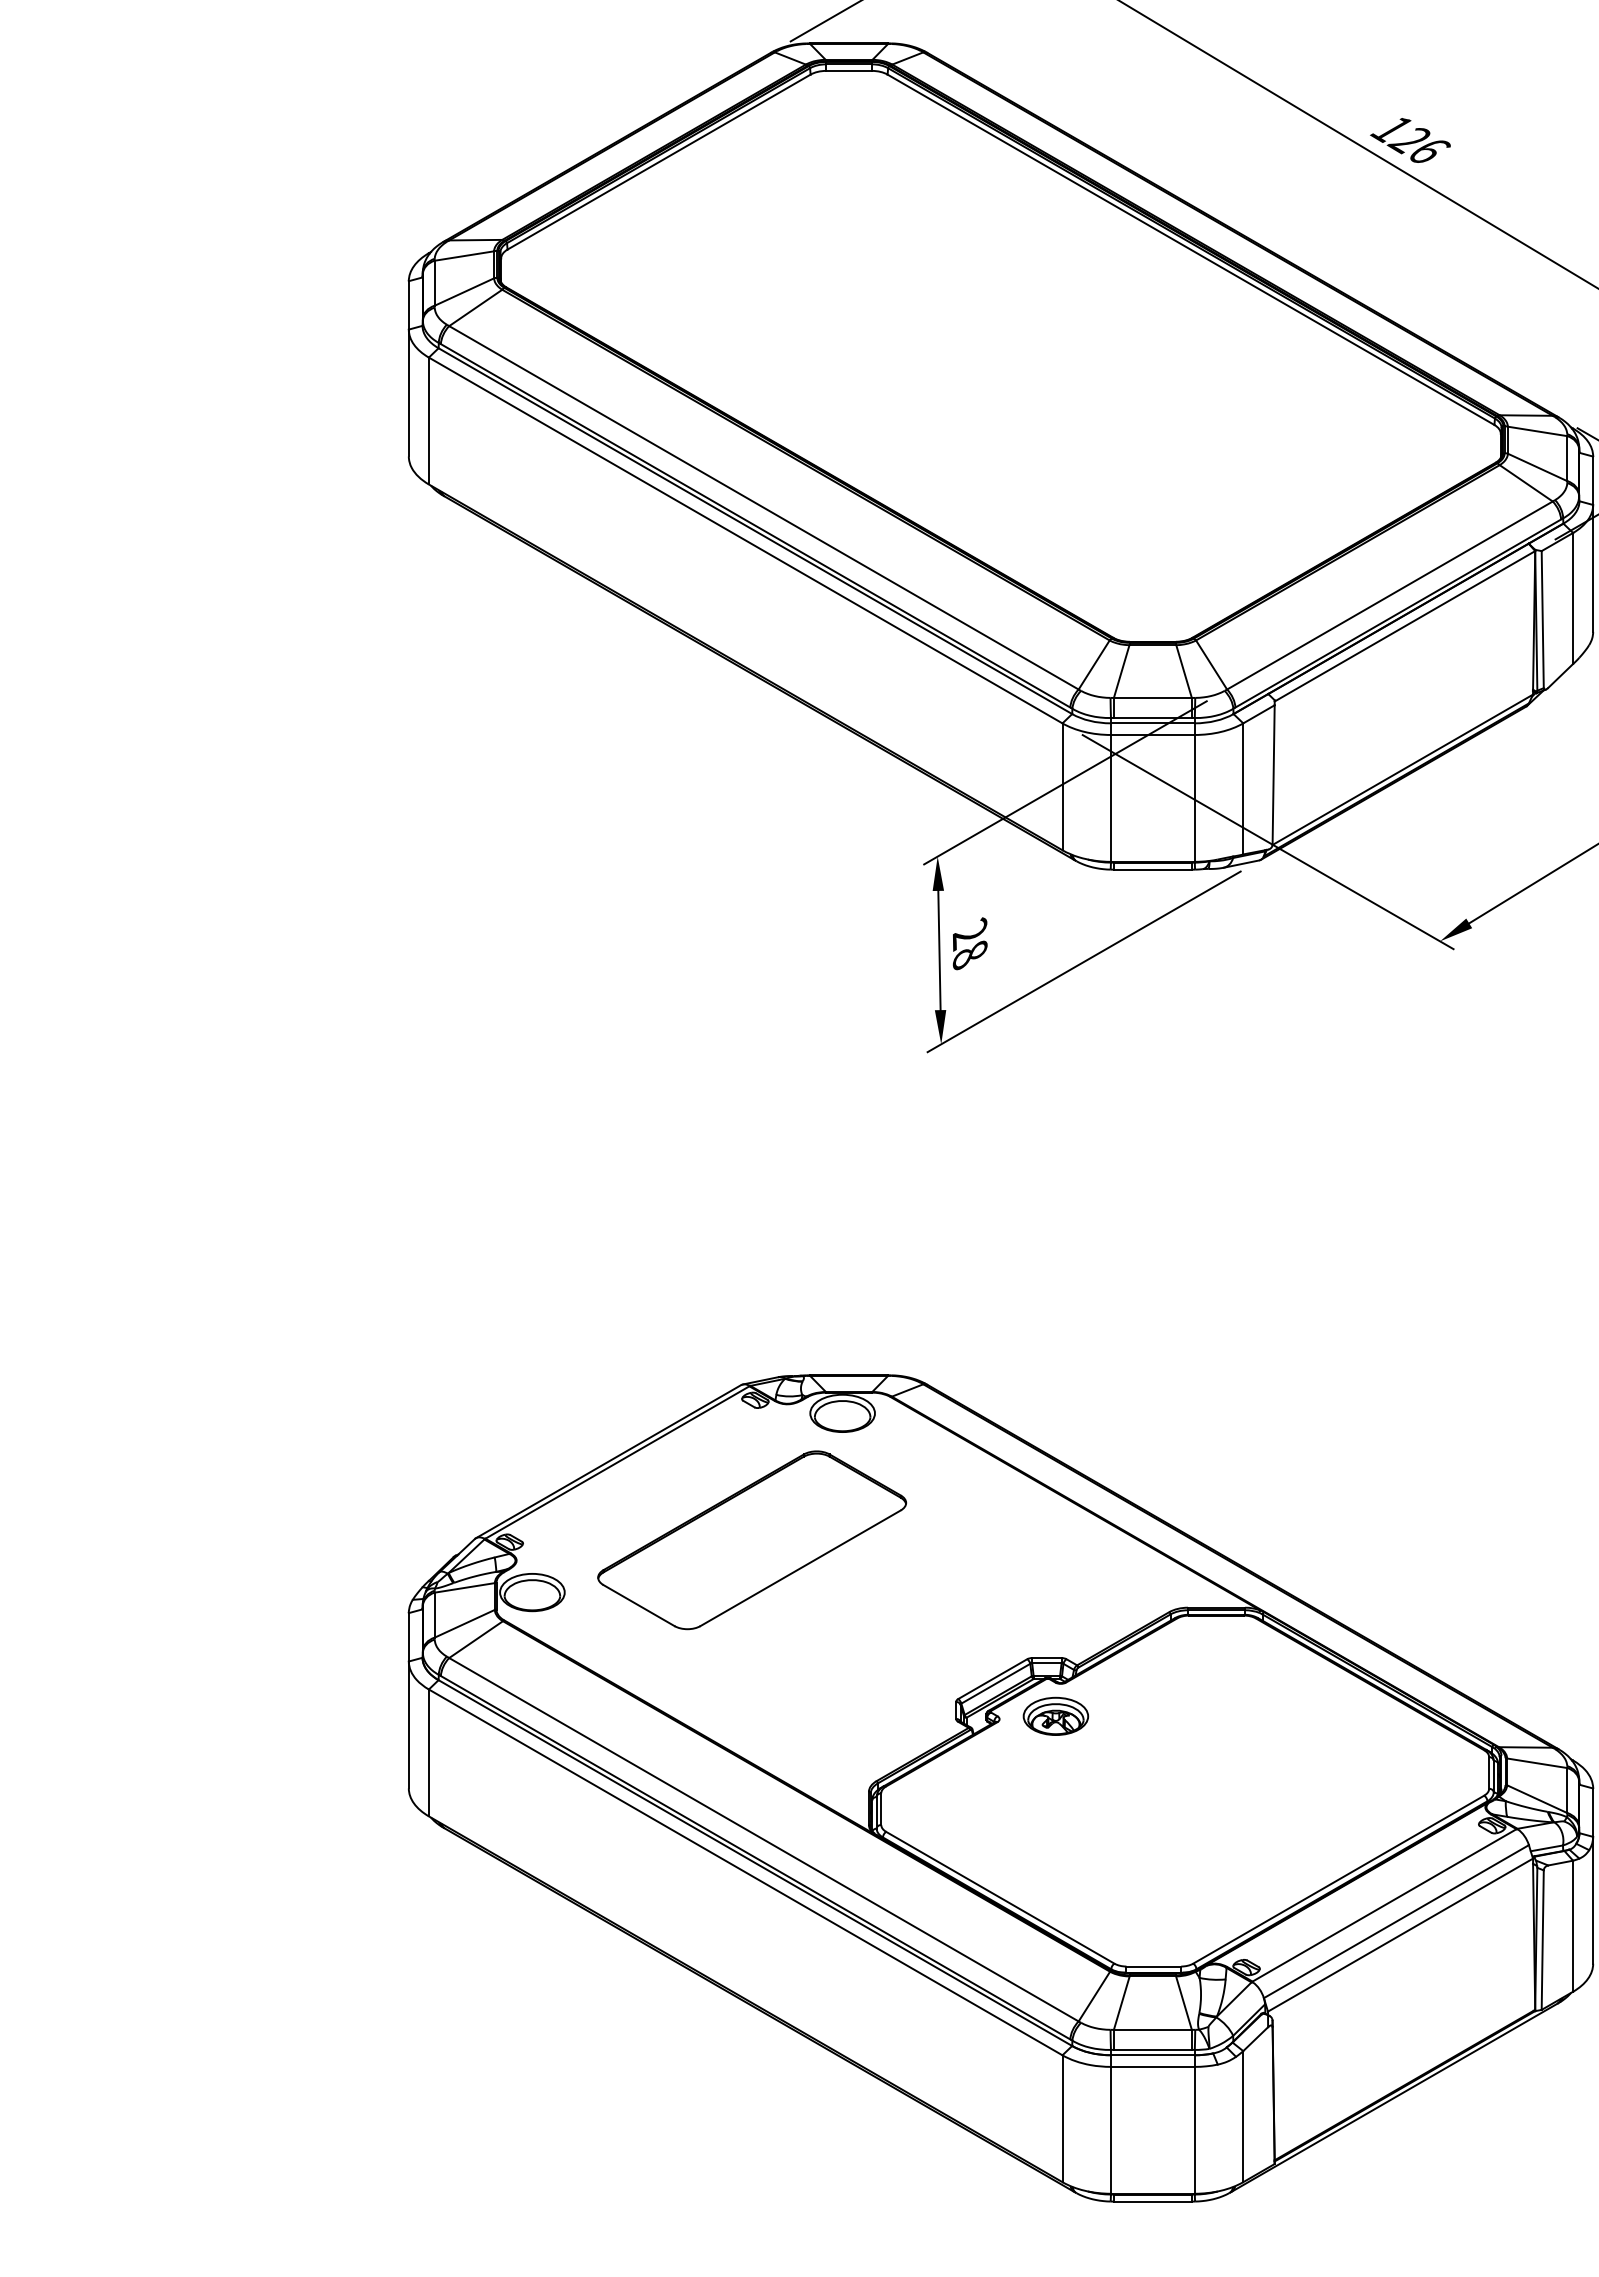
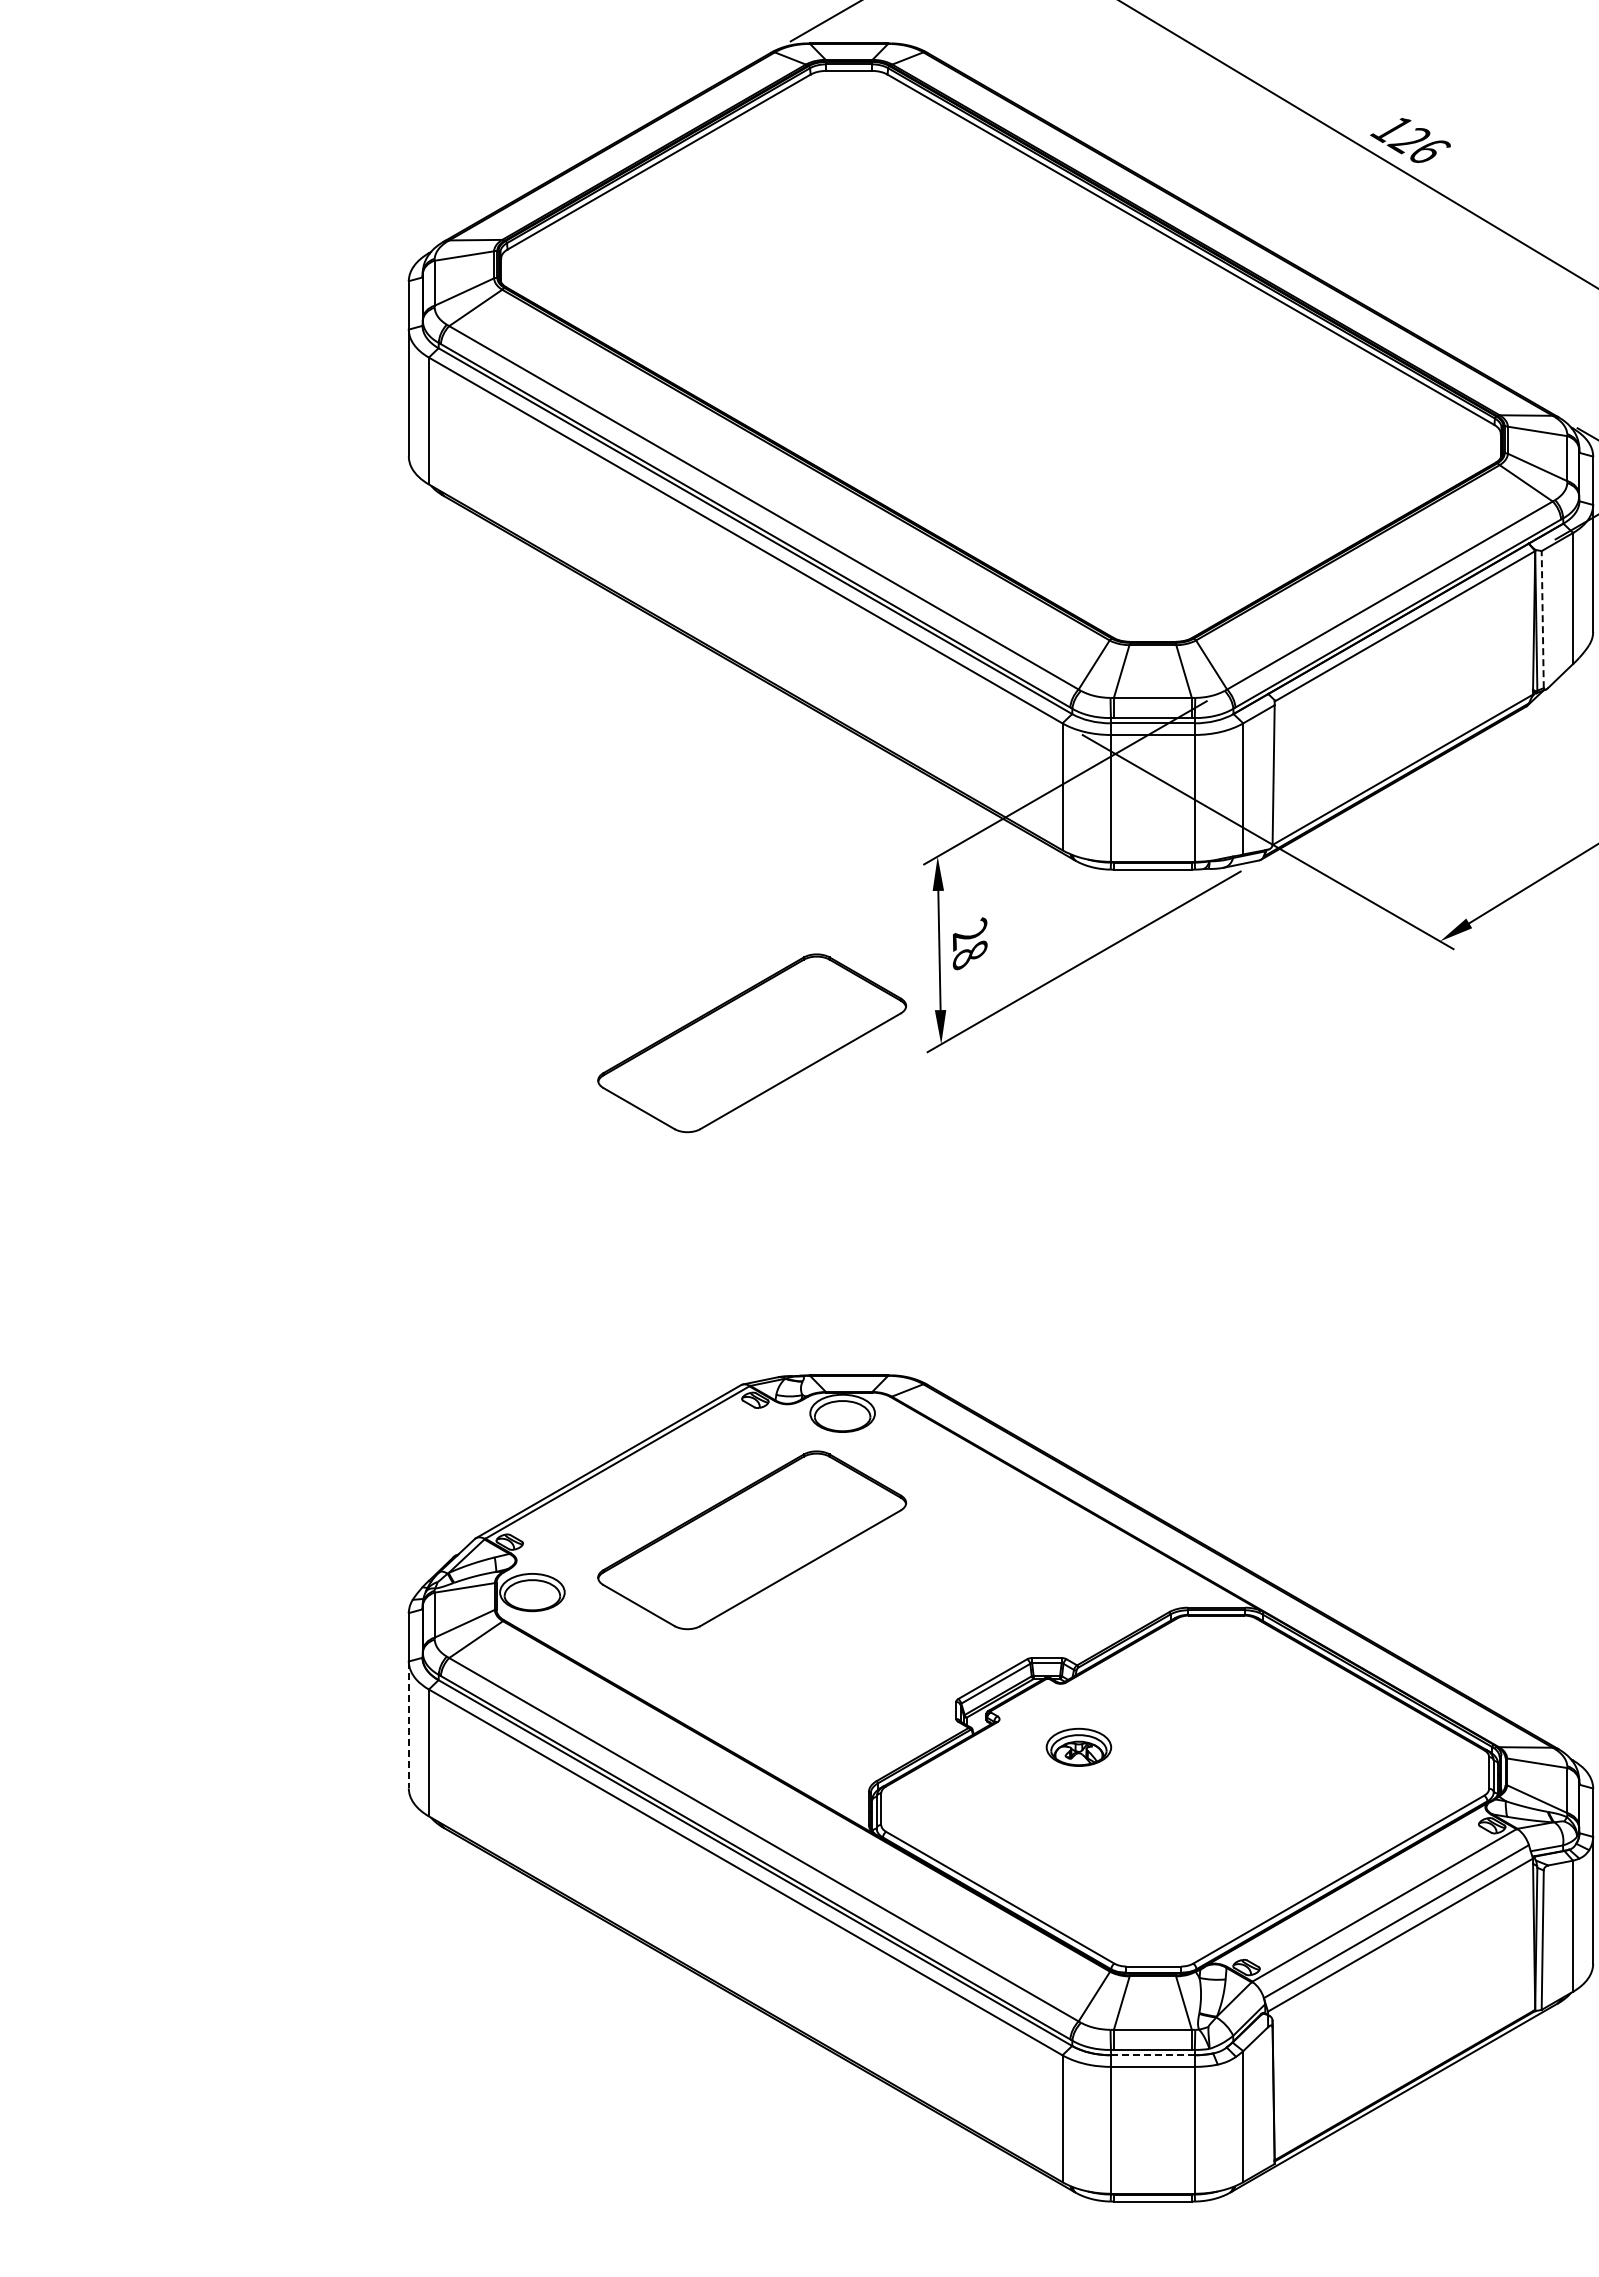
line at (1542, 619): solid -> dashed
part at (751, 1043): none -> present
part at (1055, 1715) position: (1055, 1715) -> (1078, 1746)
line at (408, 1725): solid -> dashed
line at (1152, 2055): solid -> dashed
